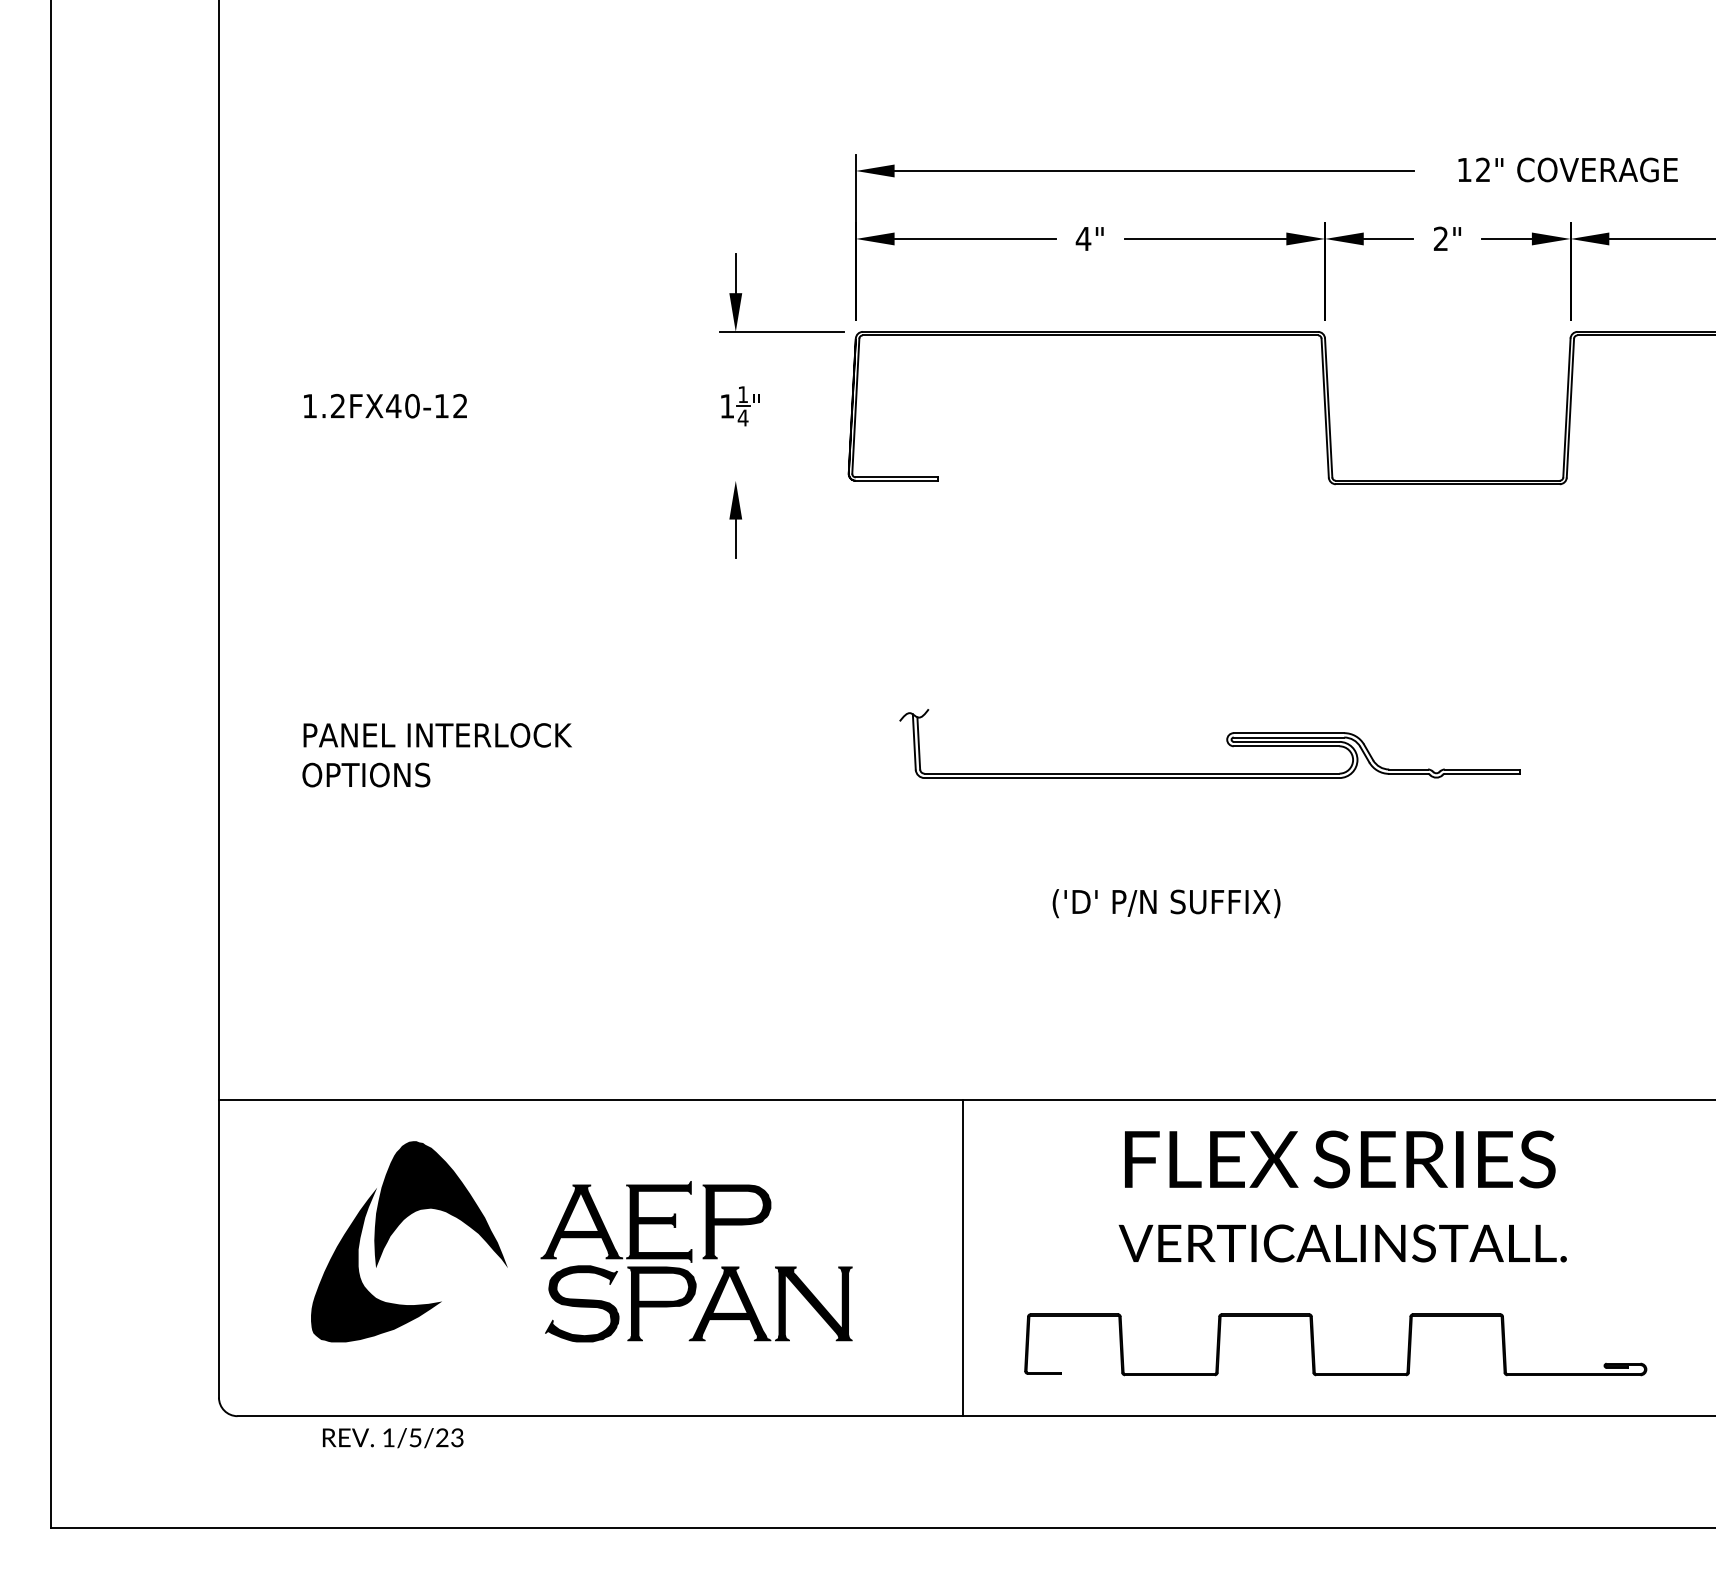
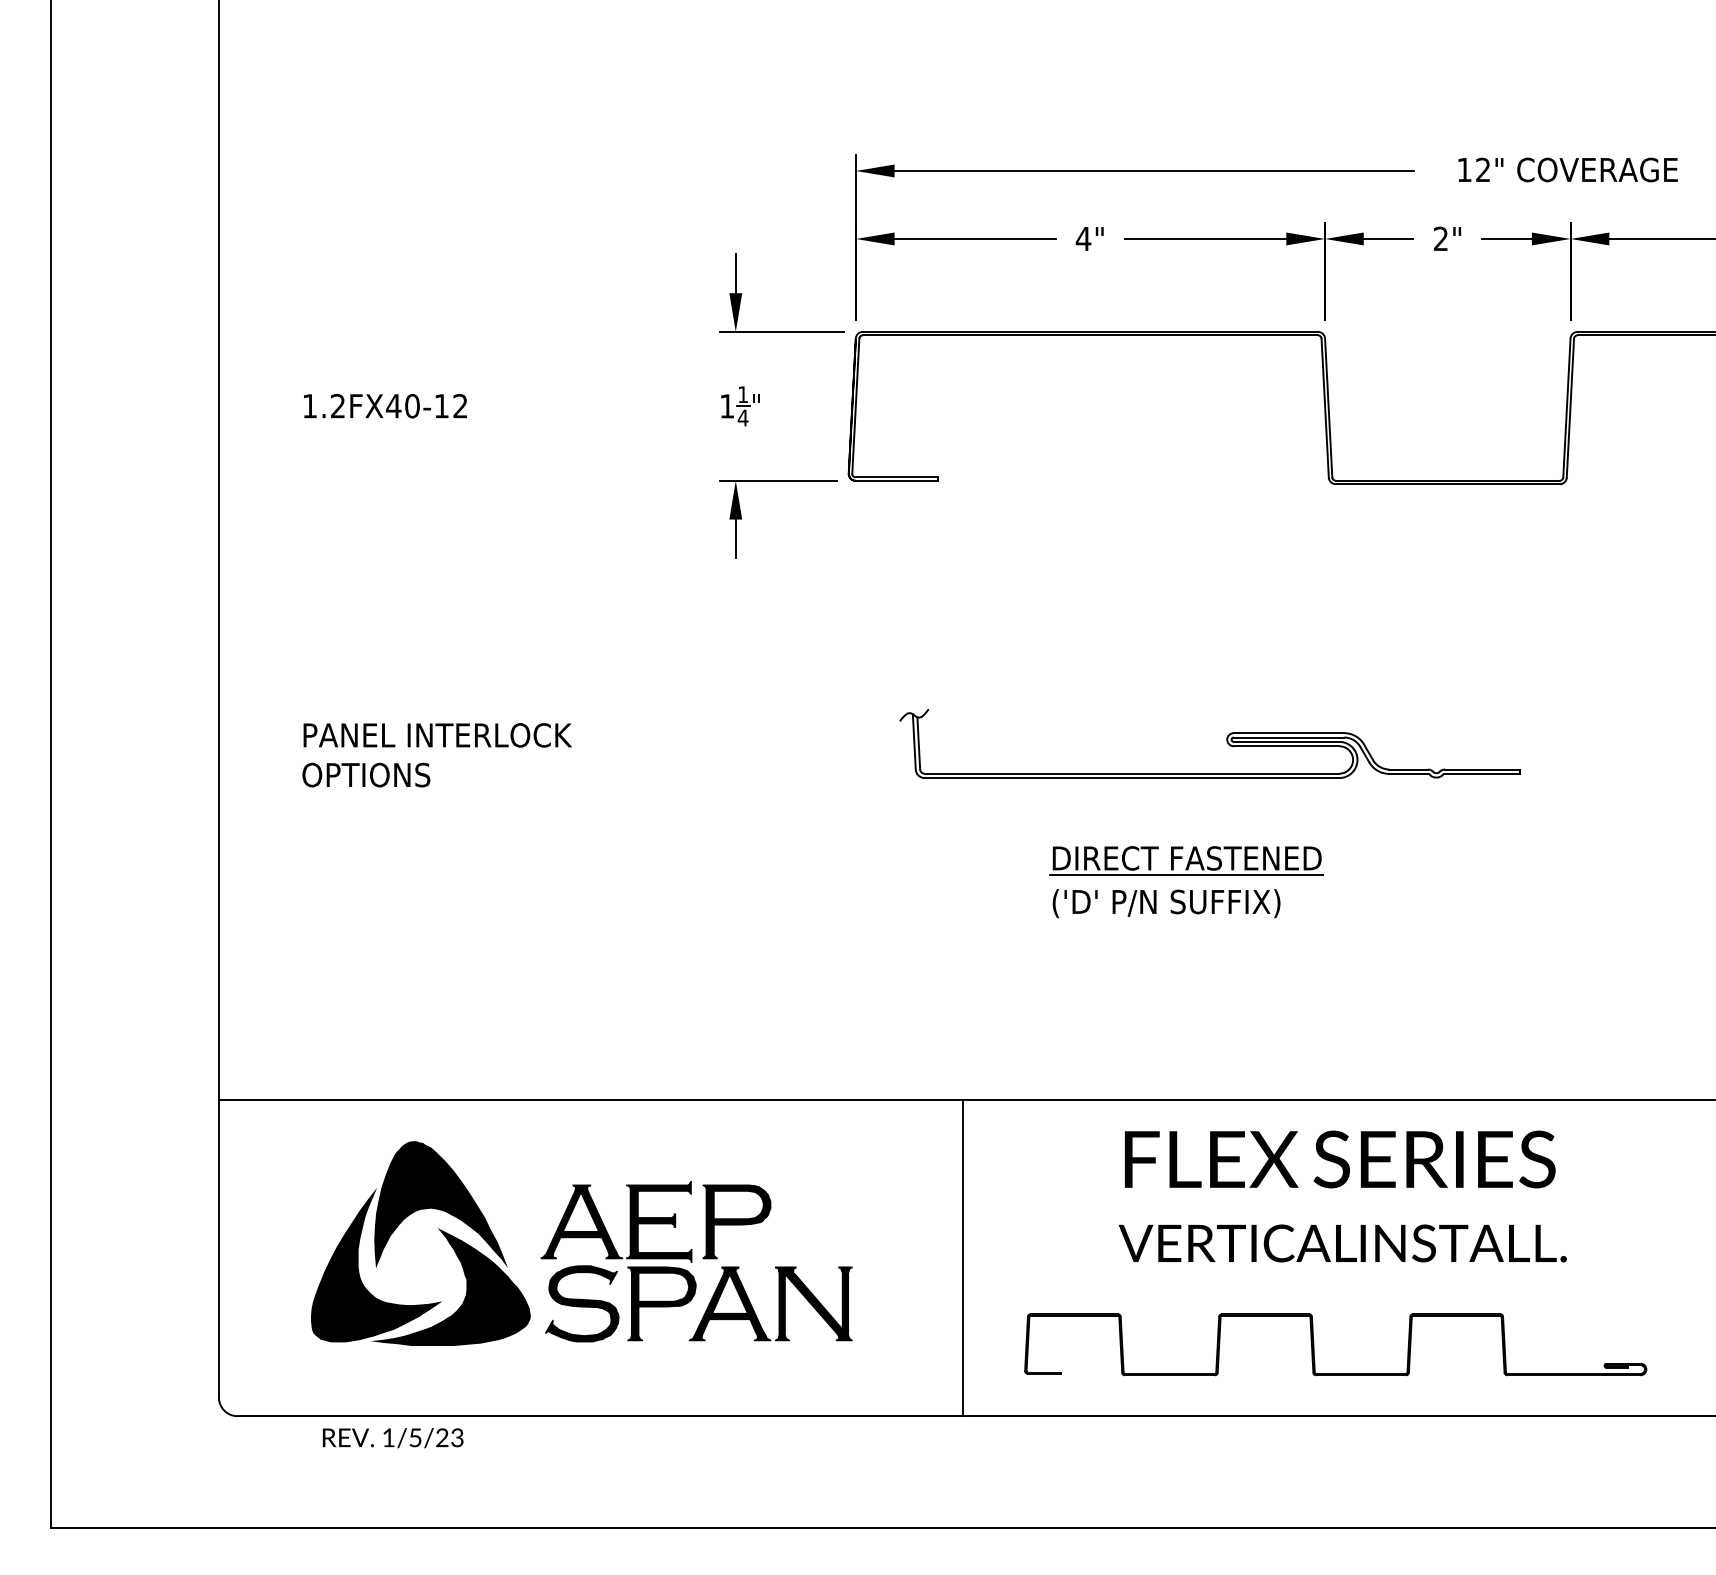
line at (778, 480): none -> present
part at (1186, 860): none -> present
fill at (450, 1286): none -> present
